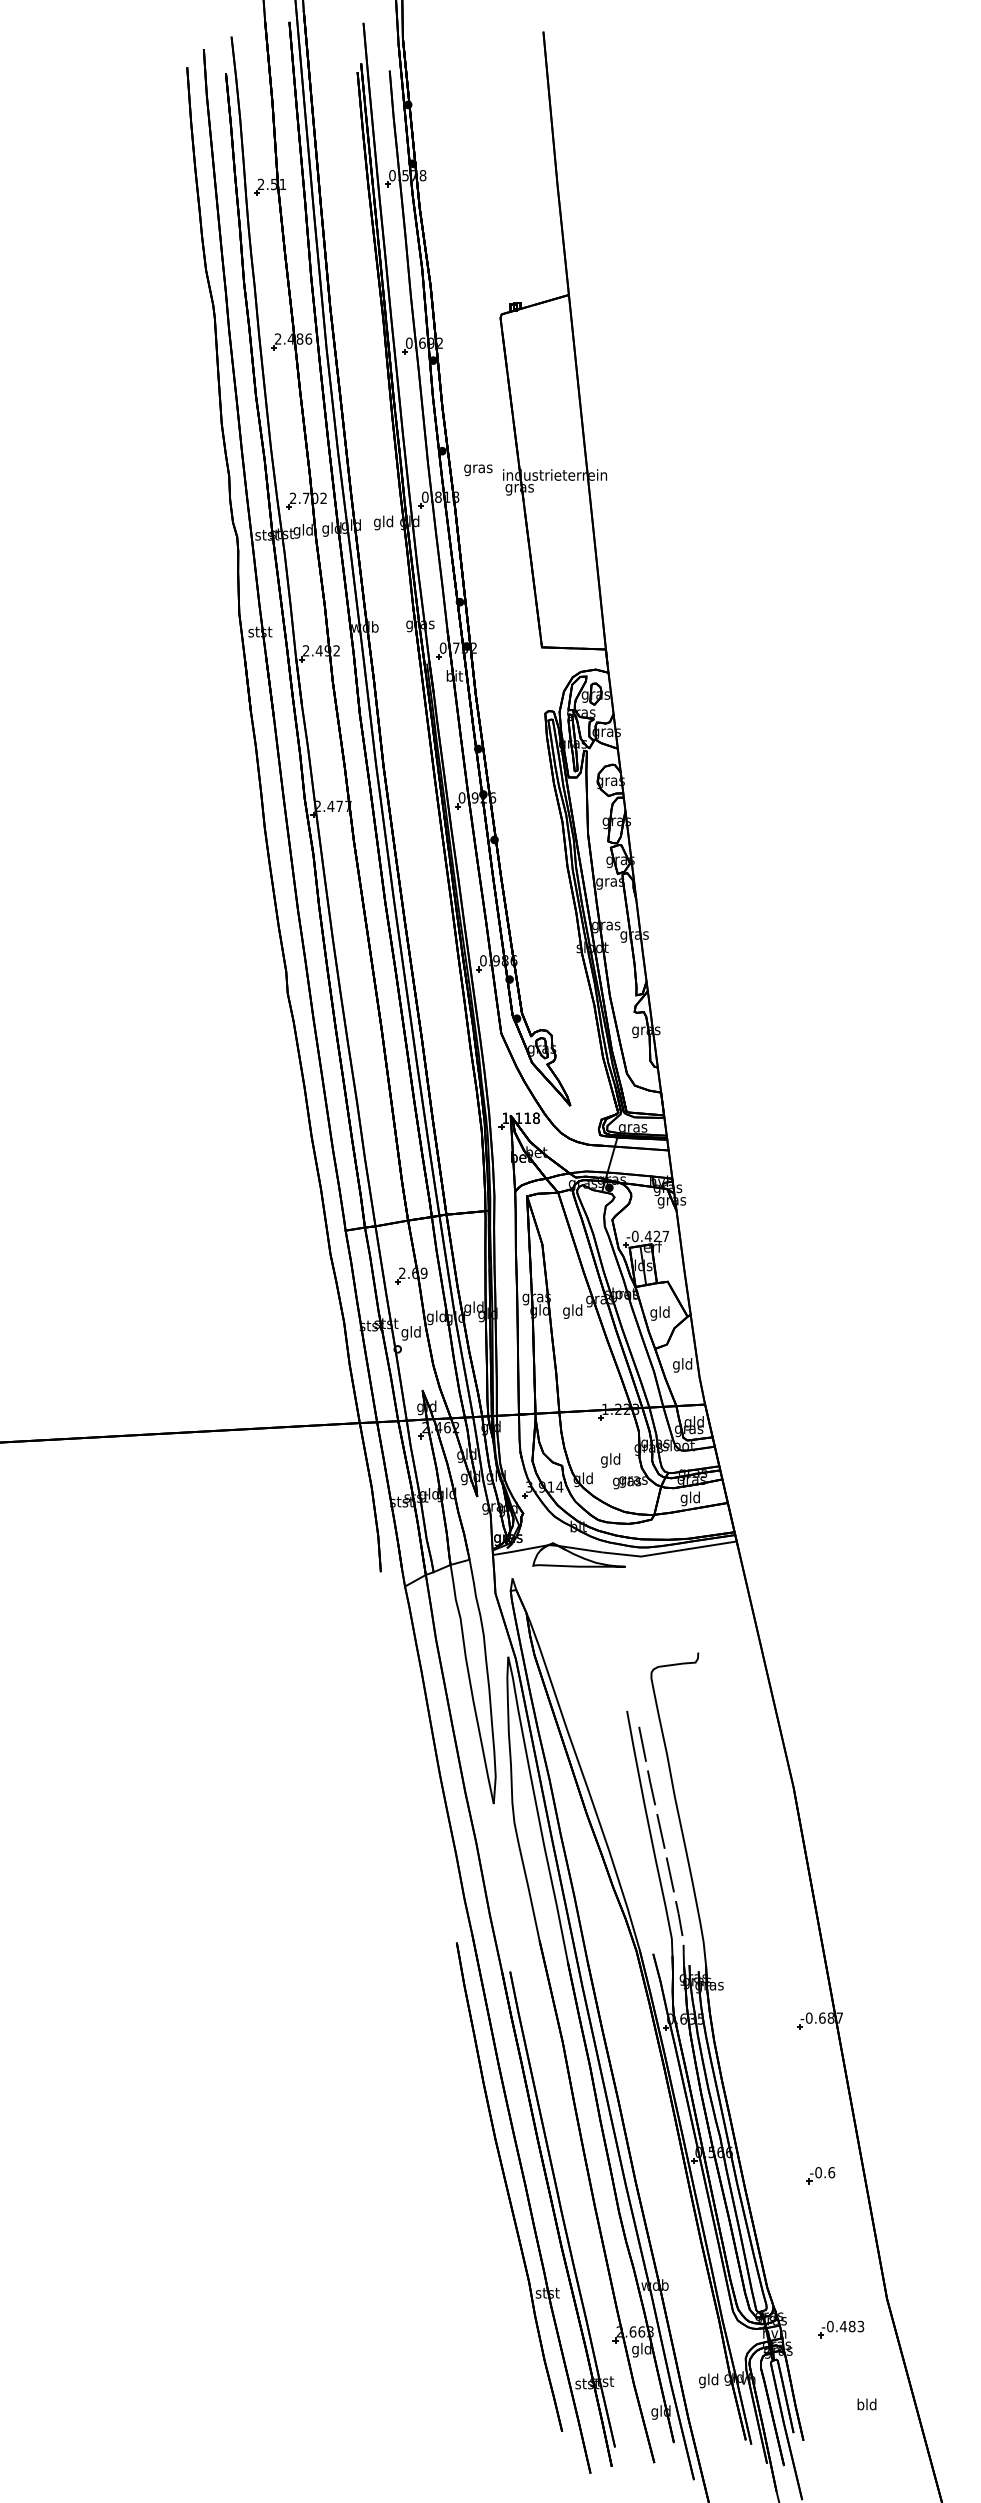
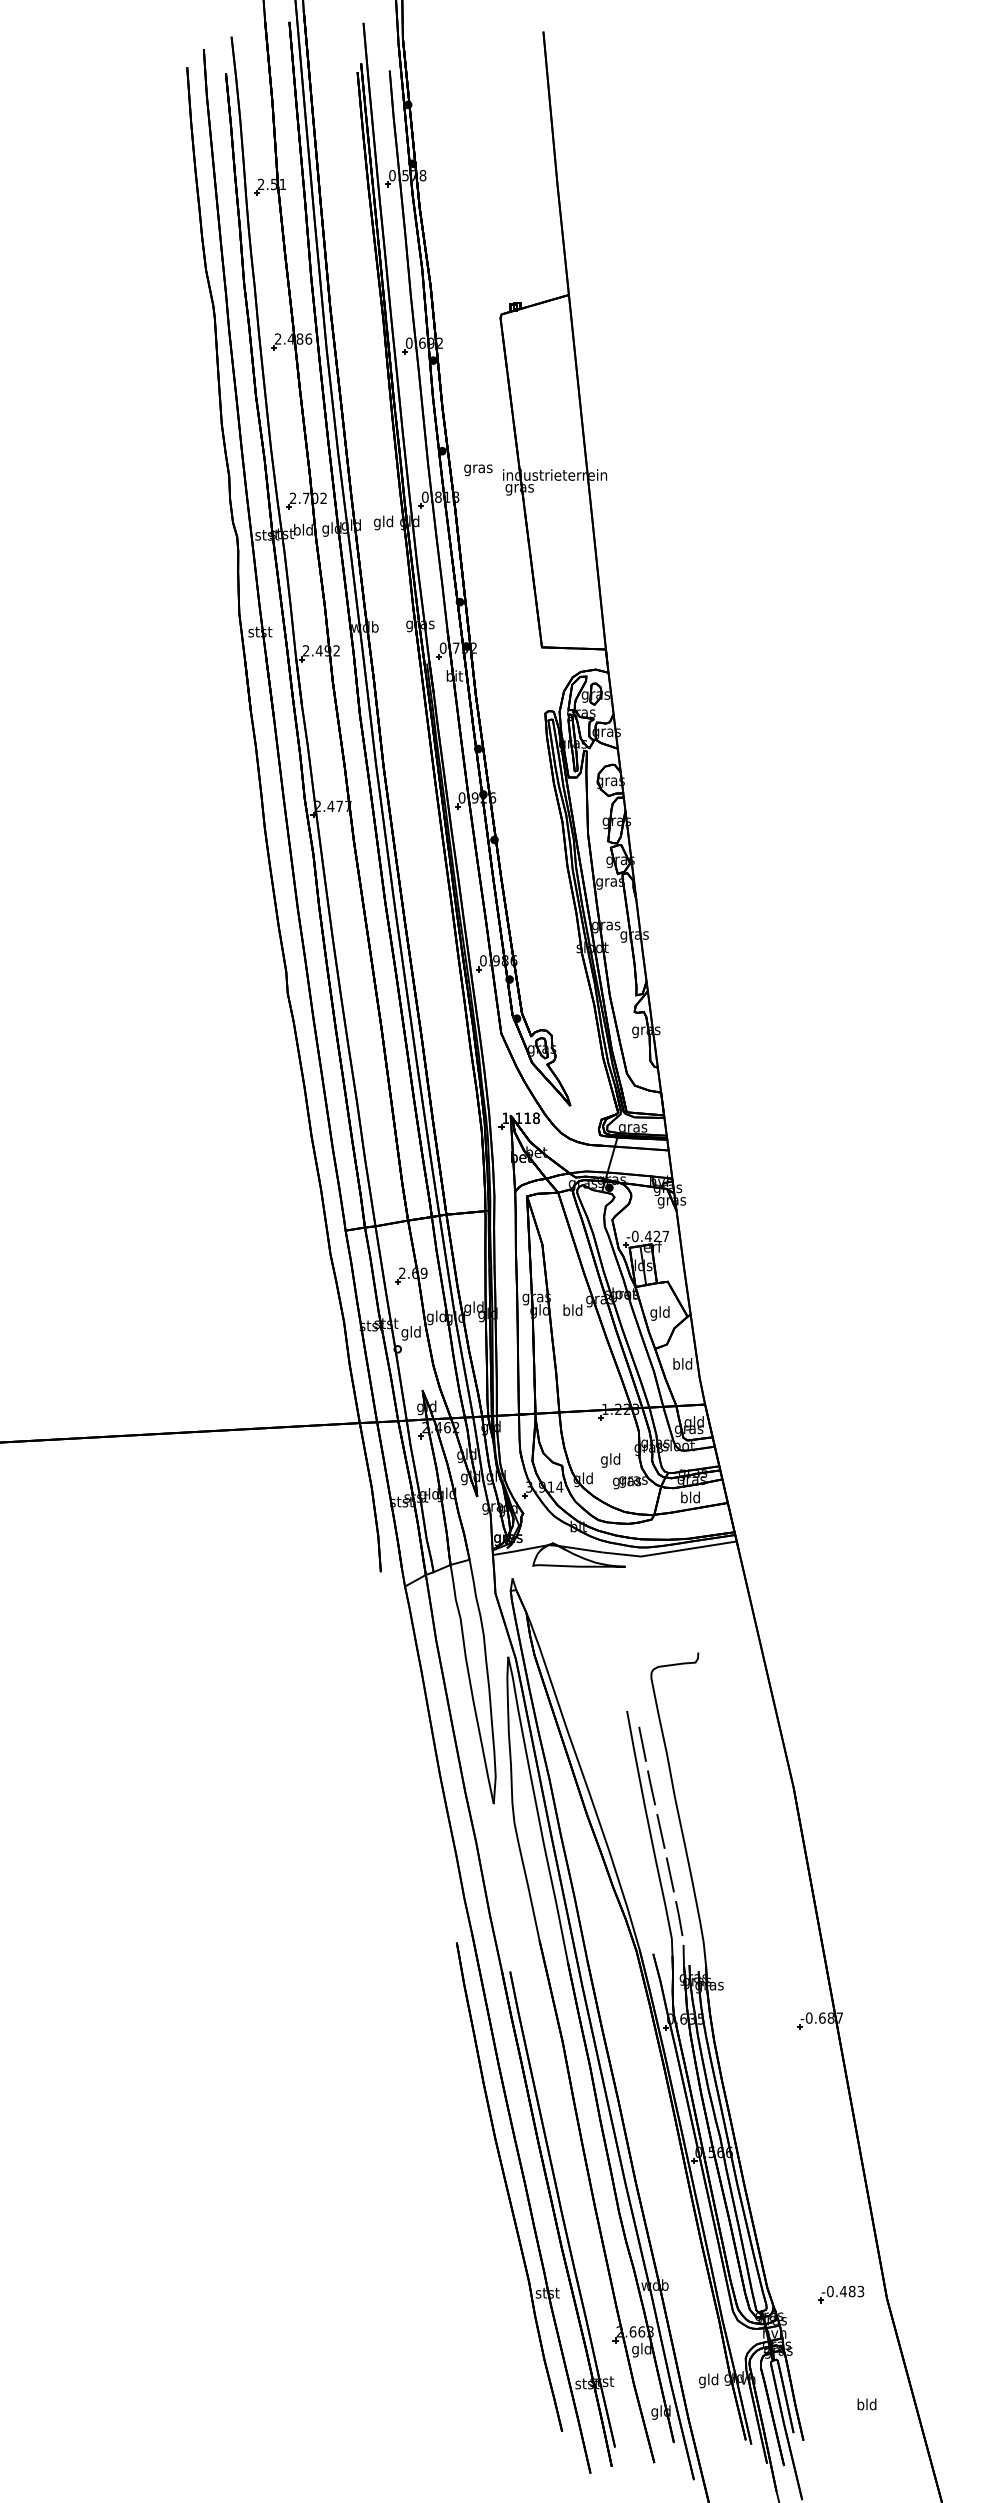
text at (296, 531): gld -> bld
text at (566, 1311): gld -> bld
text at (676, 1365): gld -> bld
text at (683, 1498): gld -> bld
part at (820, 2175): present -> none
part at (841, 2329) position: (841, 2329) -> (841, 2294)
